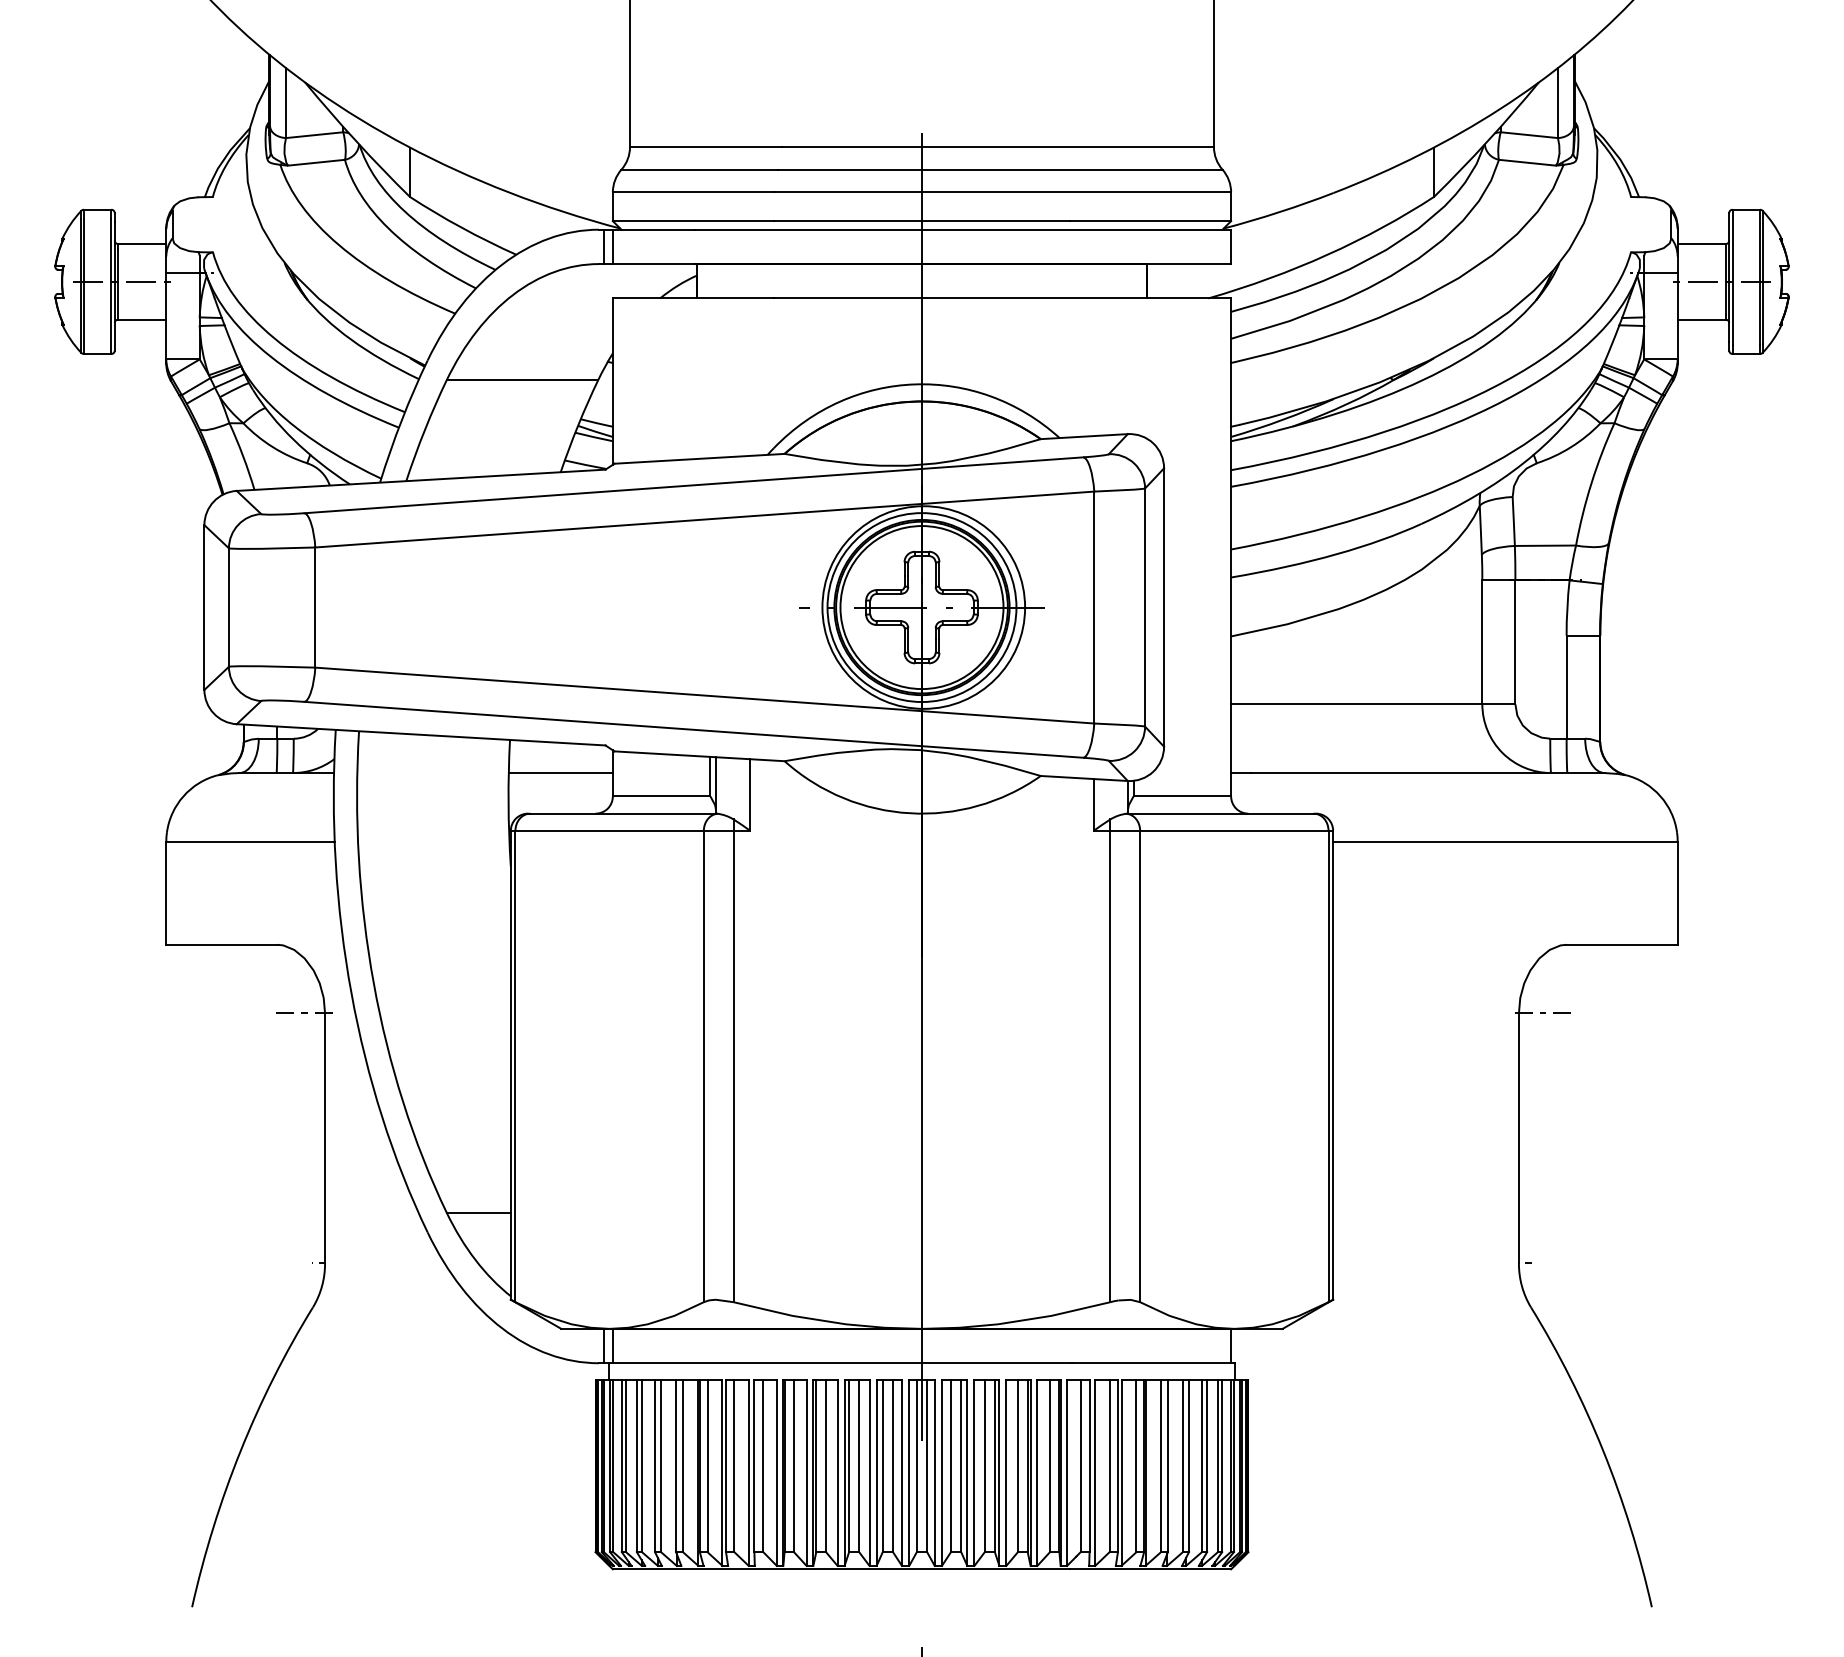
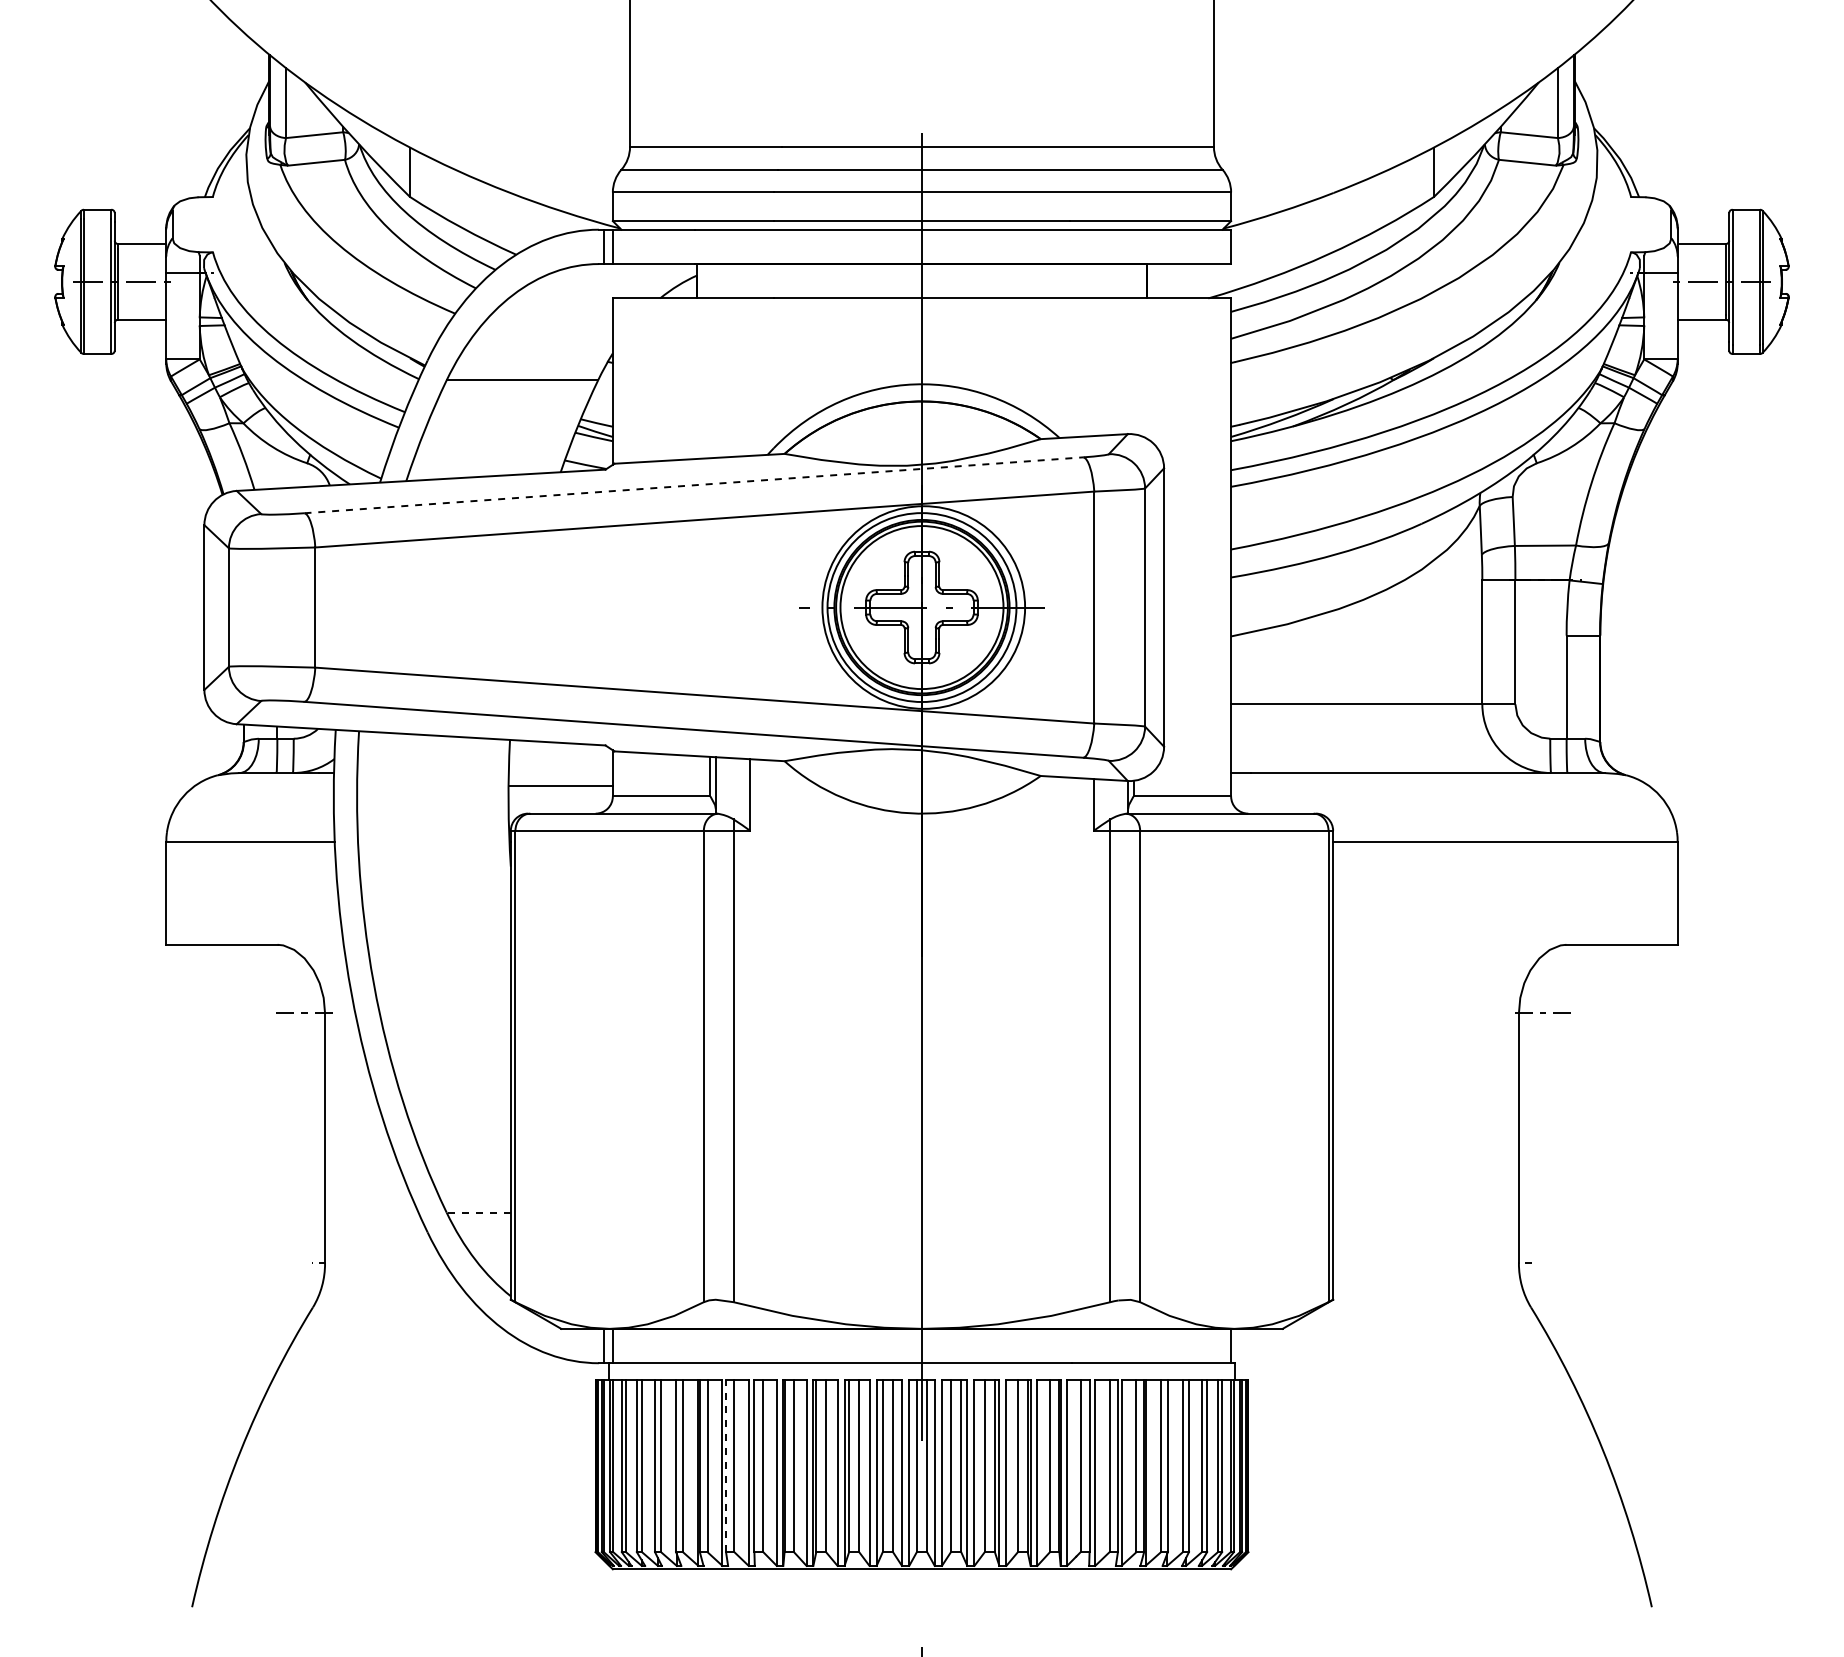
line at (694, 485): solid -> dashed
line at (560, 773) position: (560, 773) -> (560, 786)
line at (478, 1212): solid -> dashed
line at (726, 1466): solid -> dashed
